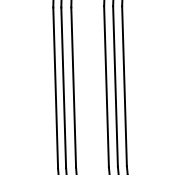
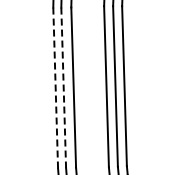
line at (55, 88): solid -> dashed
line at (63, 88): solid -> dashed
